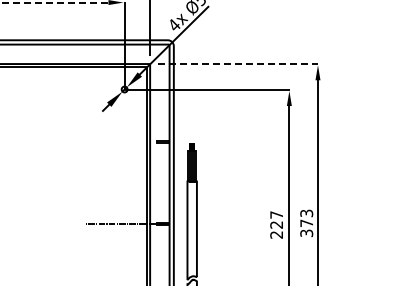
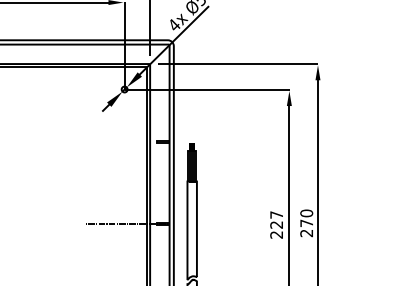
line at (55, 2): dashed -> solid
line at (238, 64): dashed -> solid
text at (306, 223): 373 -> 270
